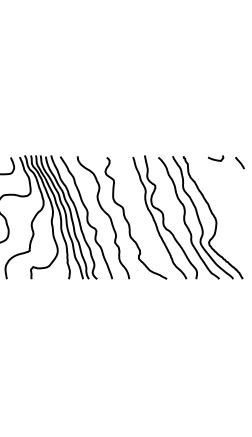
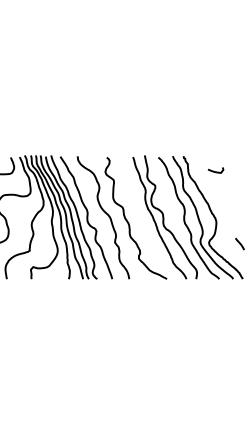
curve at (215, 159) position: (215, 159) -> (215, 171)
curve at (239, 162) position: (239, 162) -> (239, 243)
